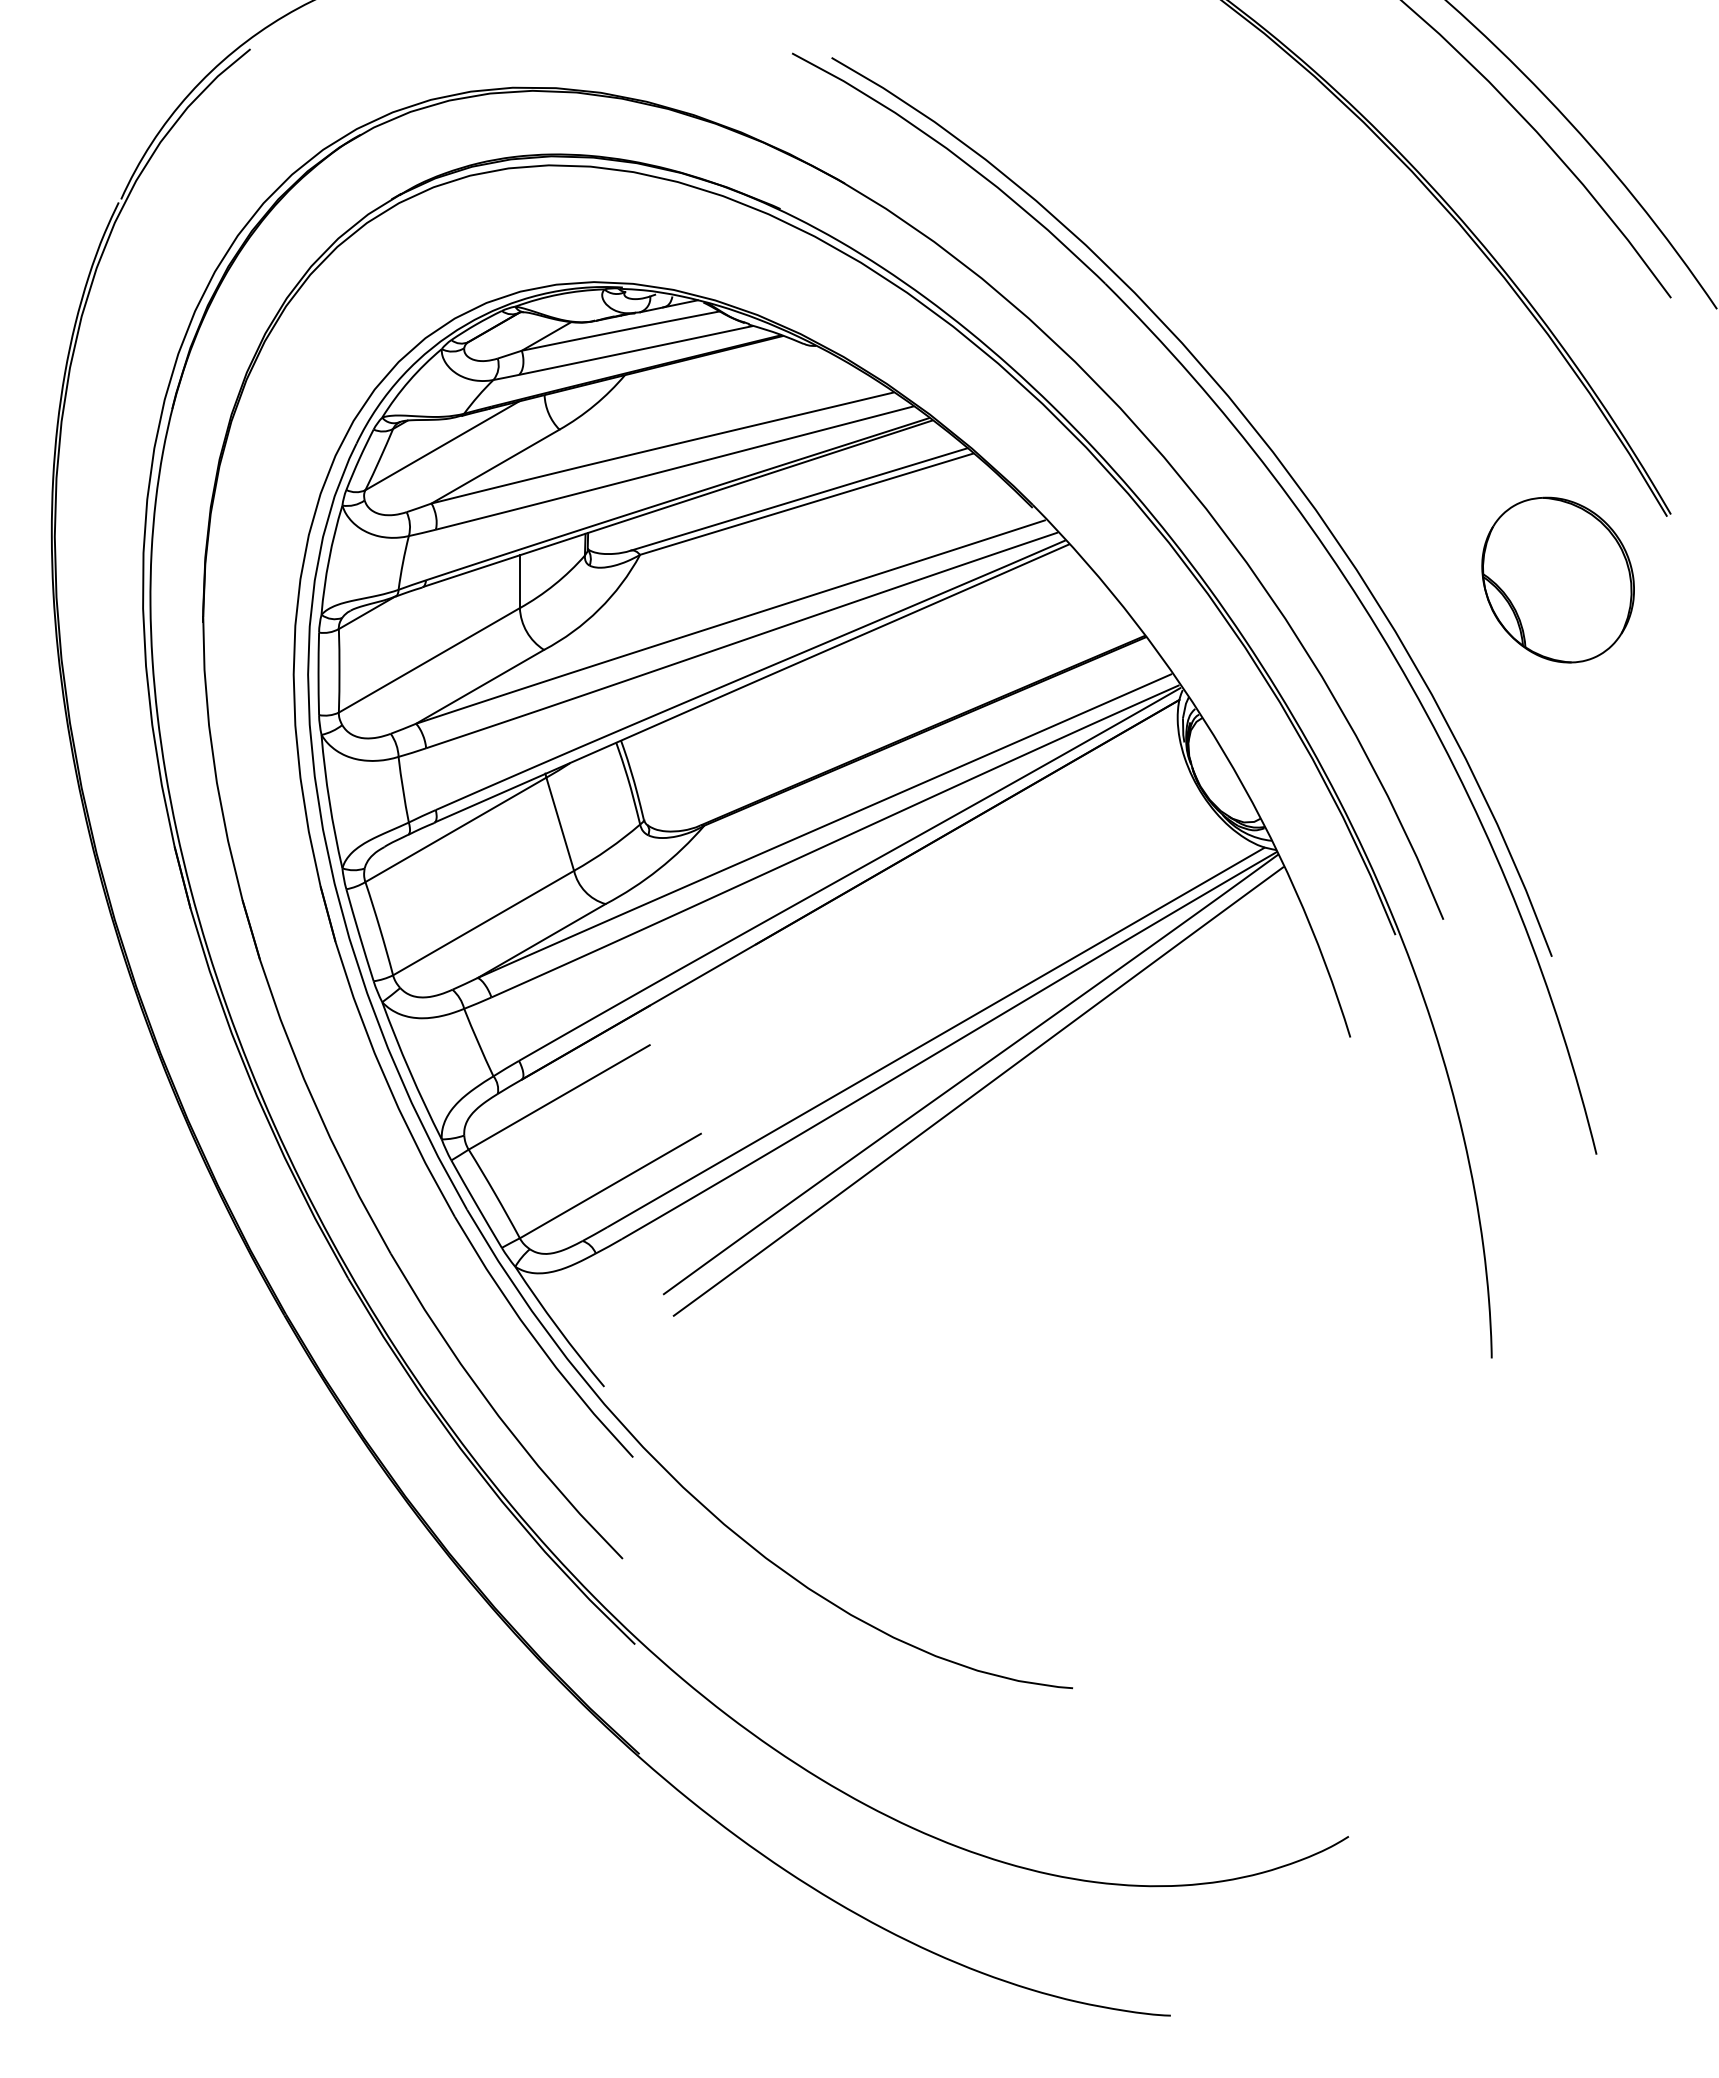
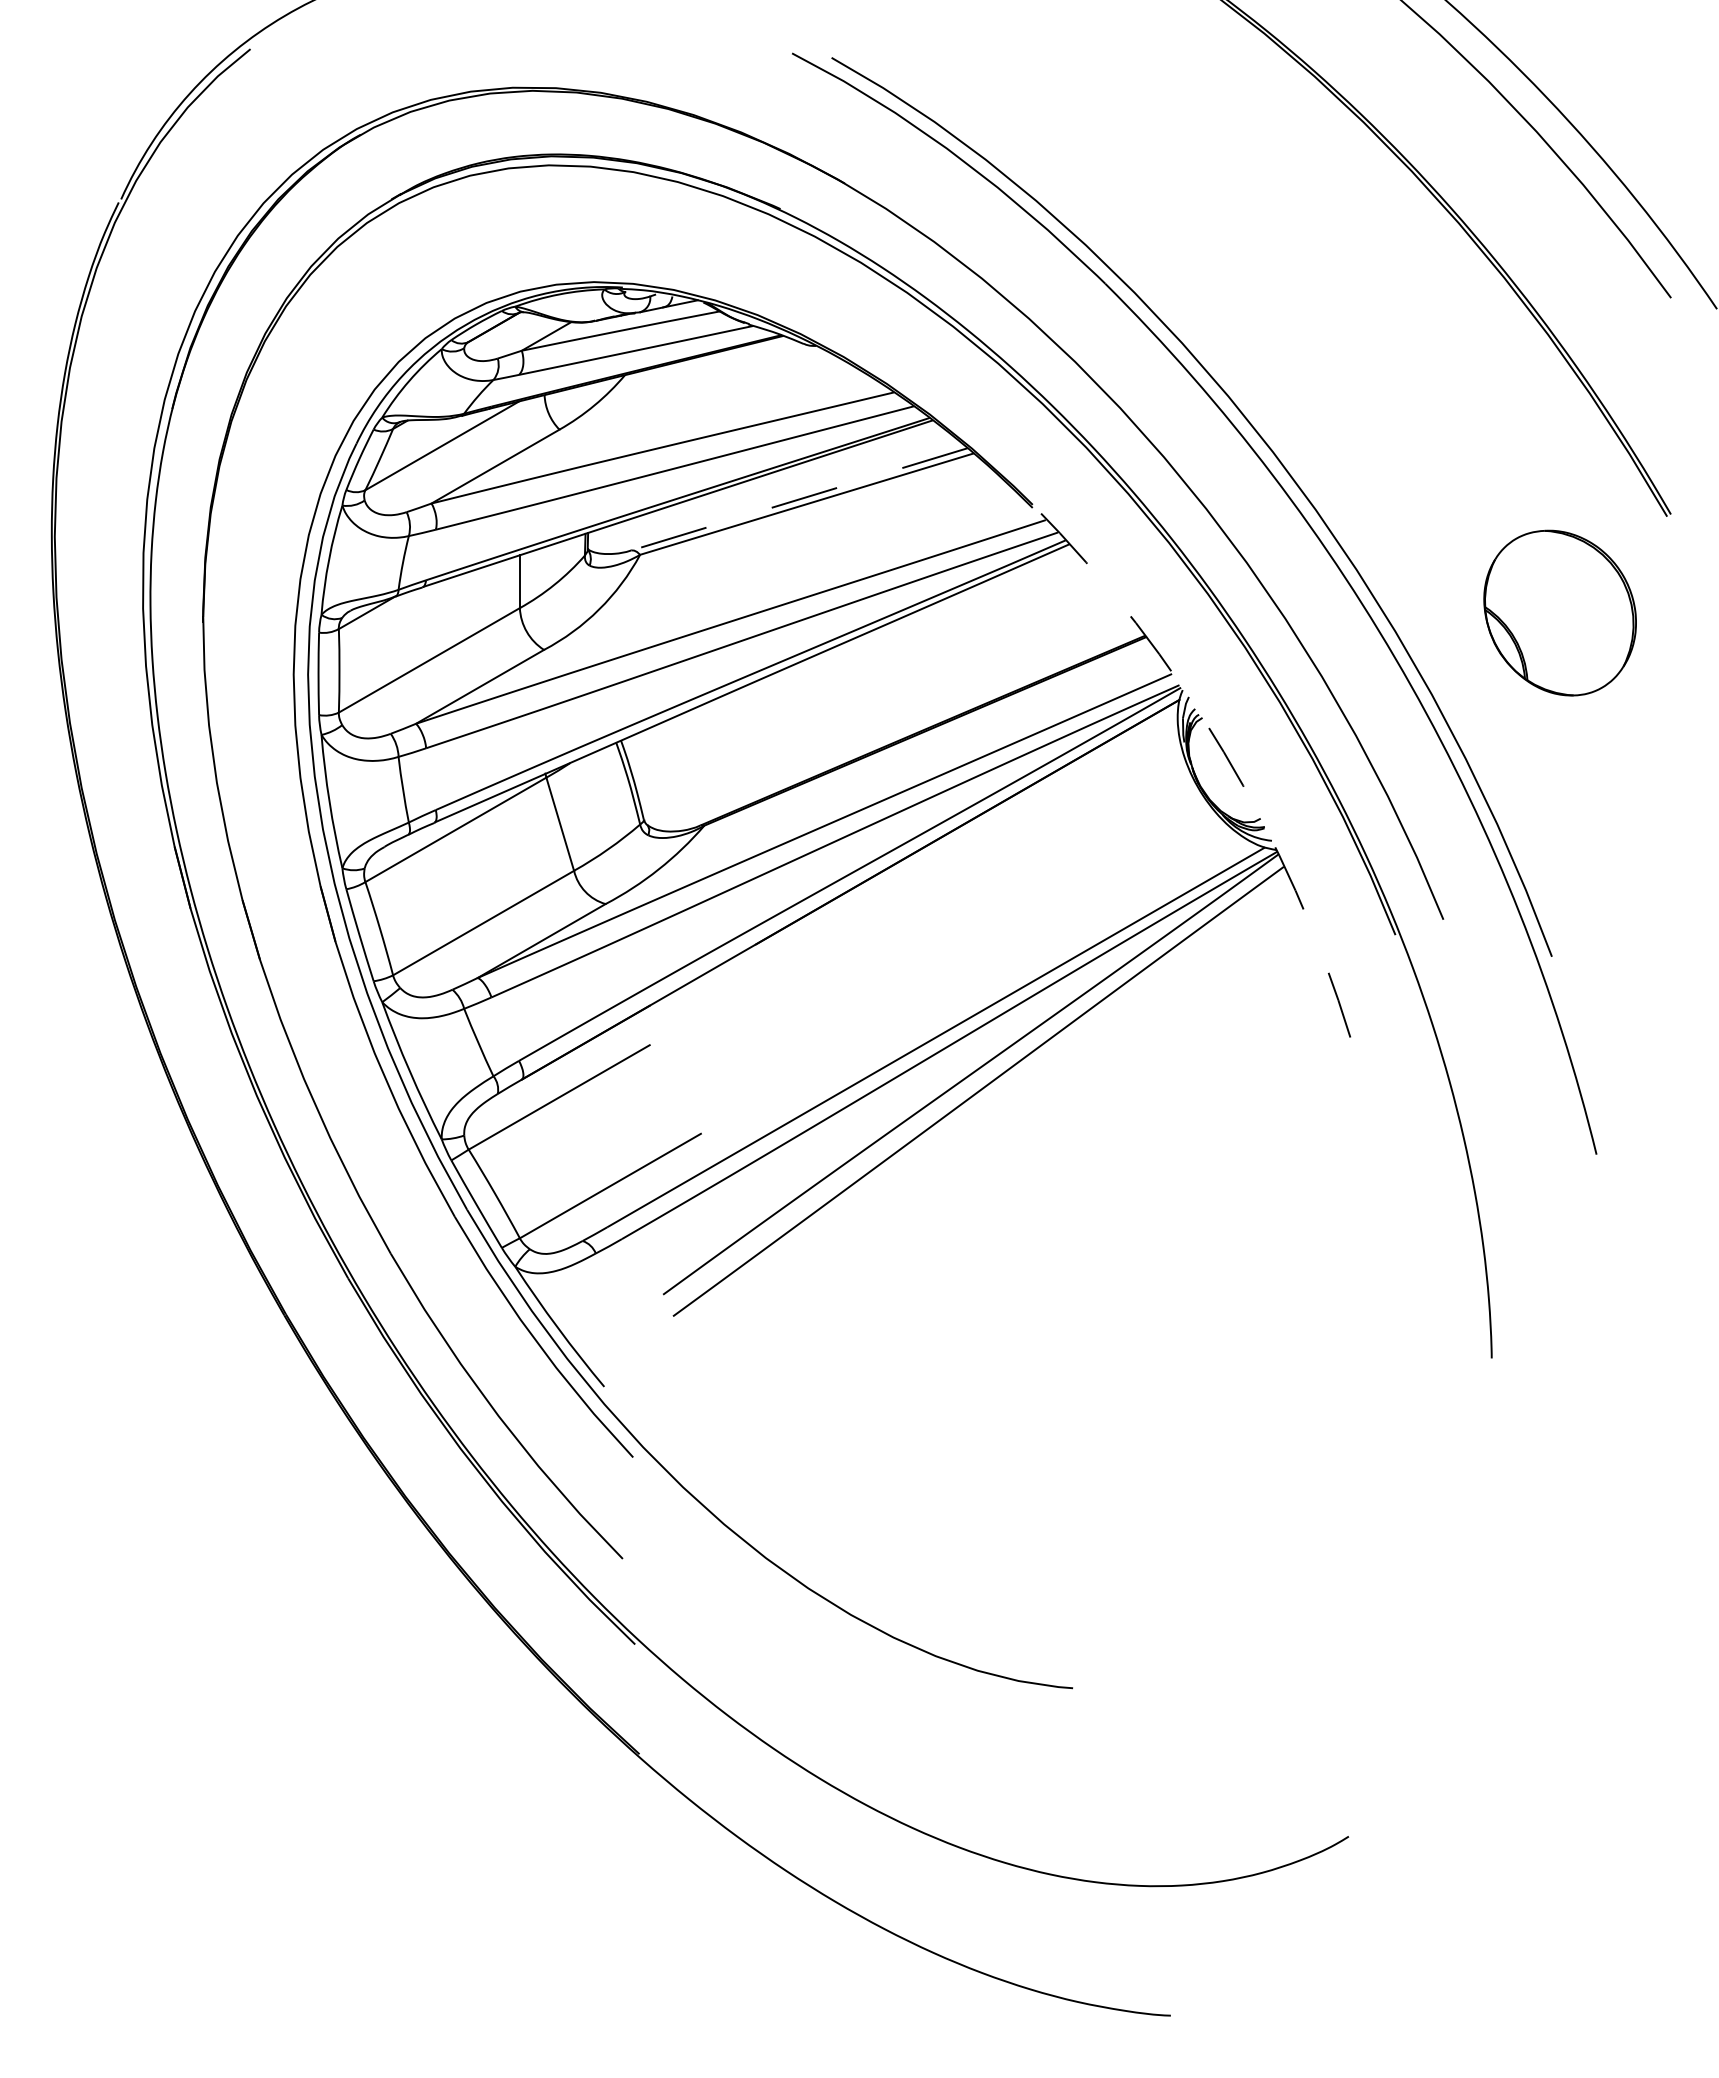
line at (799, 499): solid -> dashed
part at (1557, 579) position: (1557, 579) -> (1559, 612)
arc at (1223, 752): solid -> dashed
